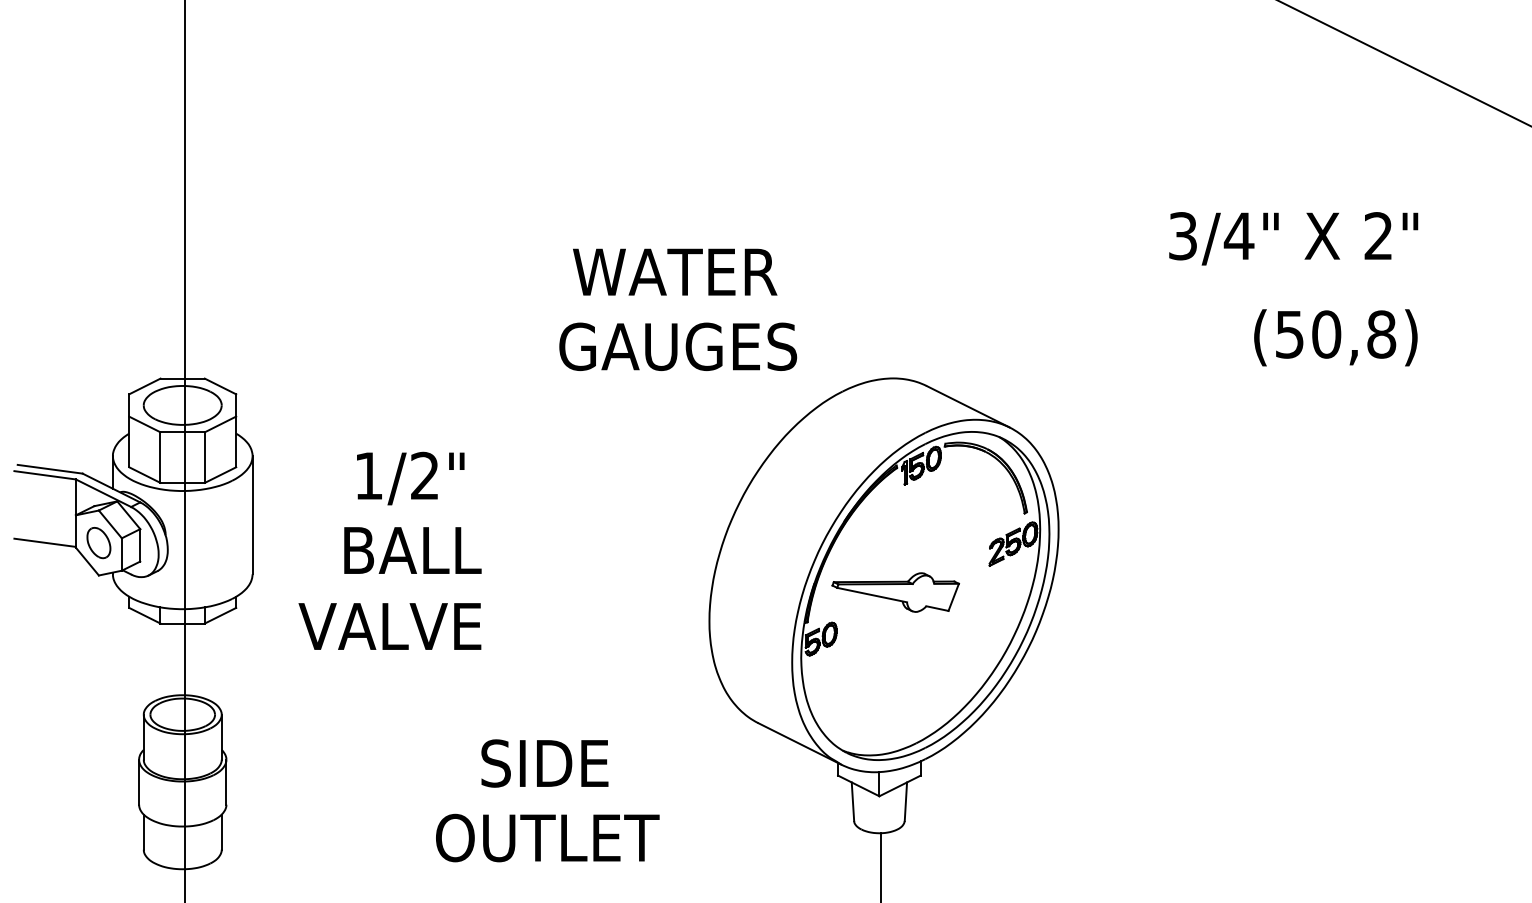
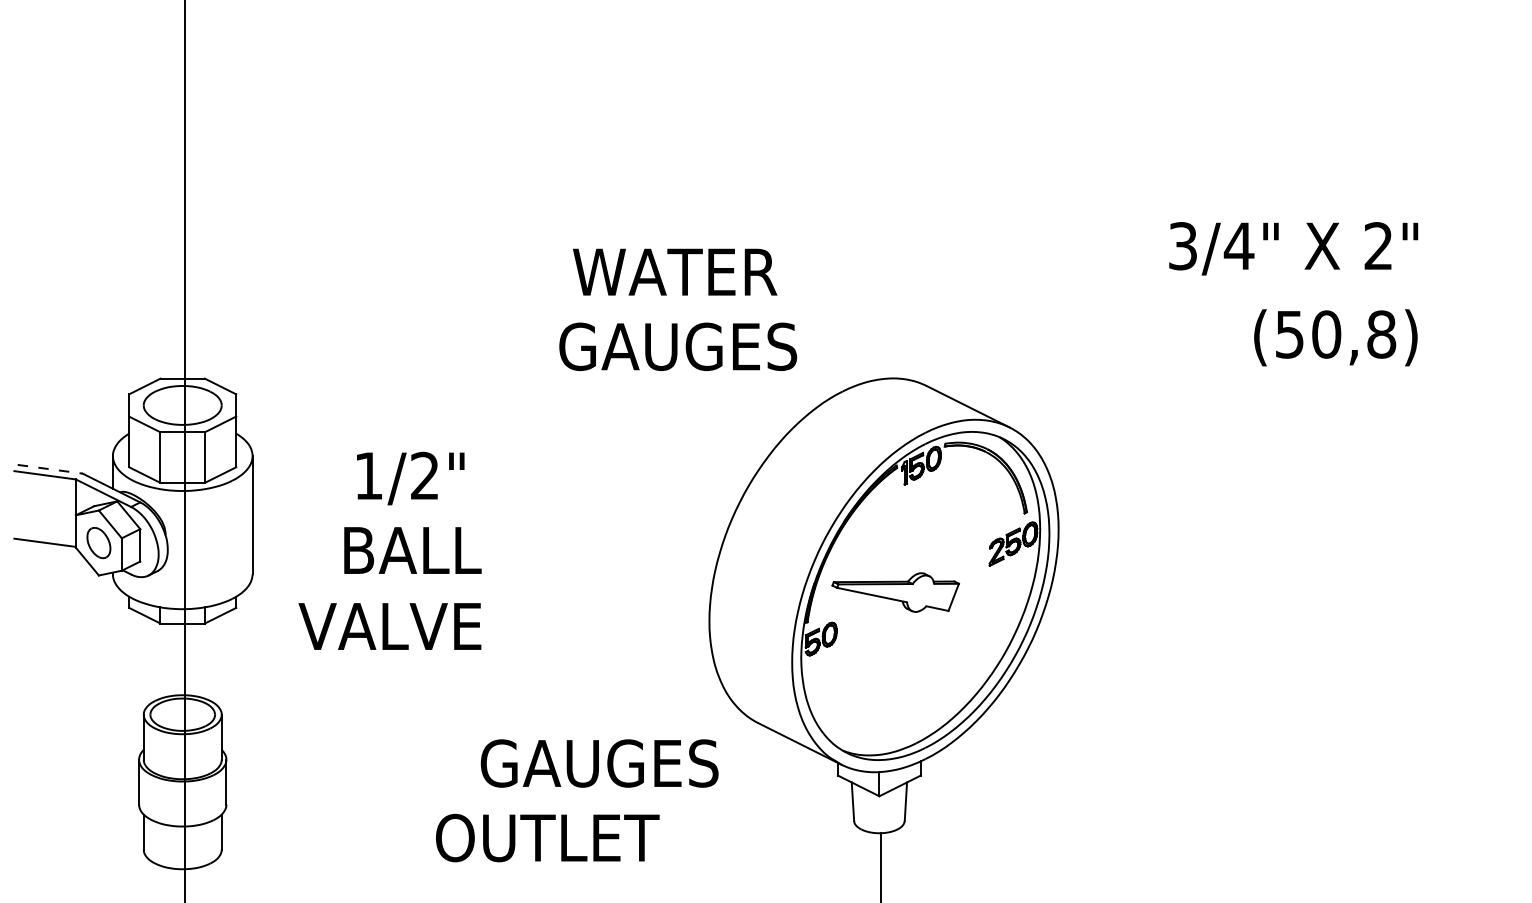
line at (1404, 63): present -> none
text at (1293, 238) position: (1293, 238) -> (1293, 248)
line at (50, 469): solid -> dashed
text at (599, 763): SIDE -> GAUGES
